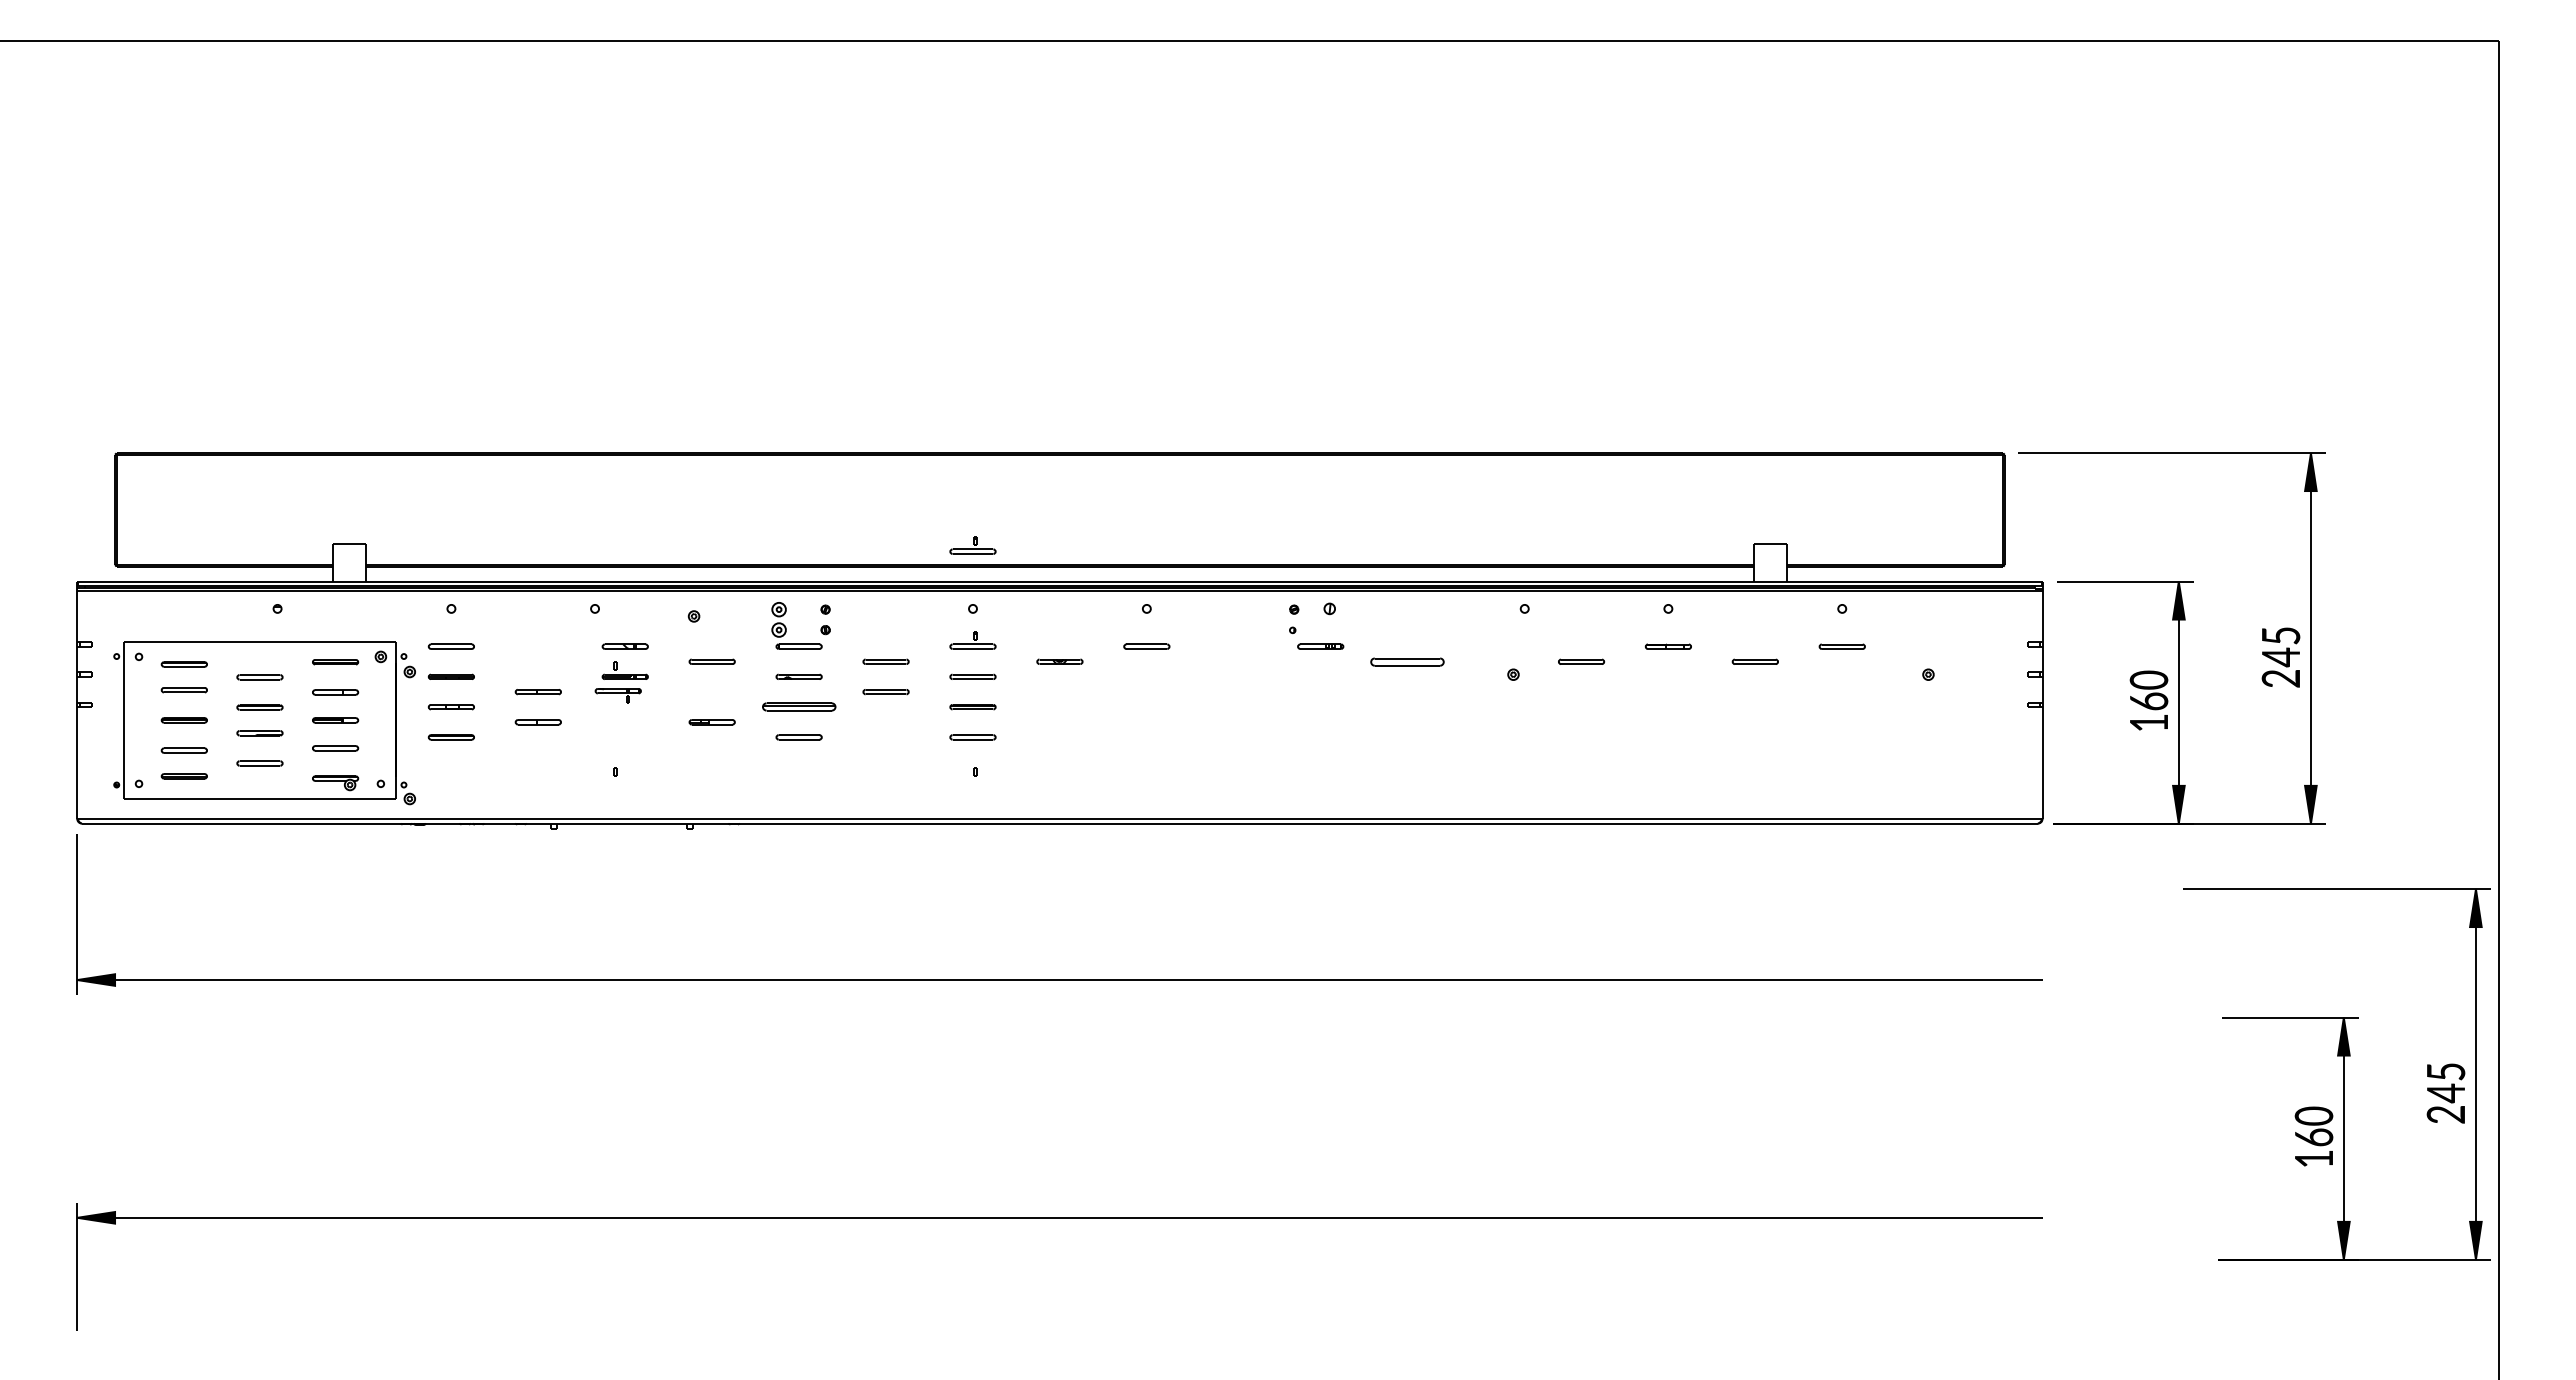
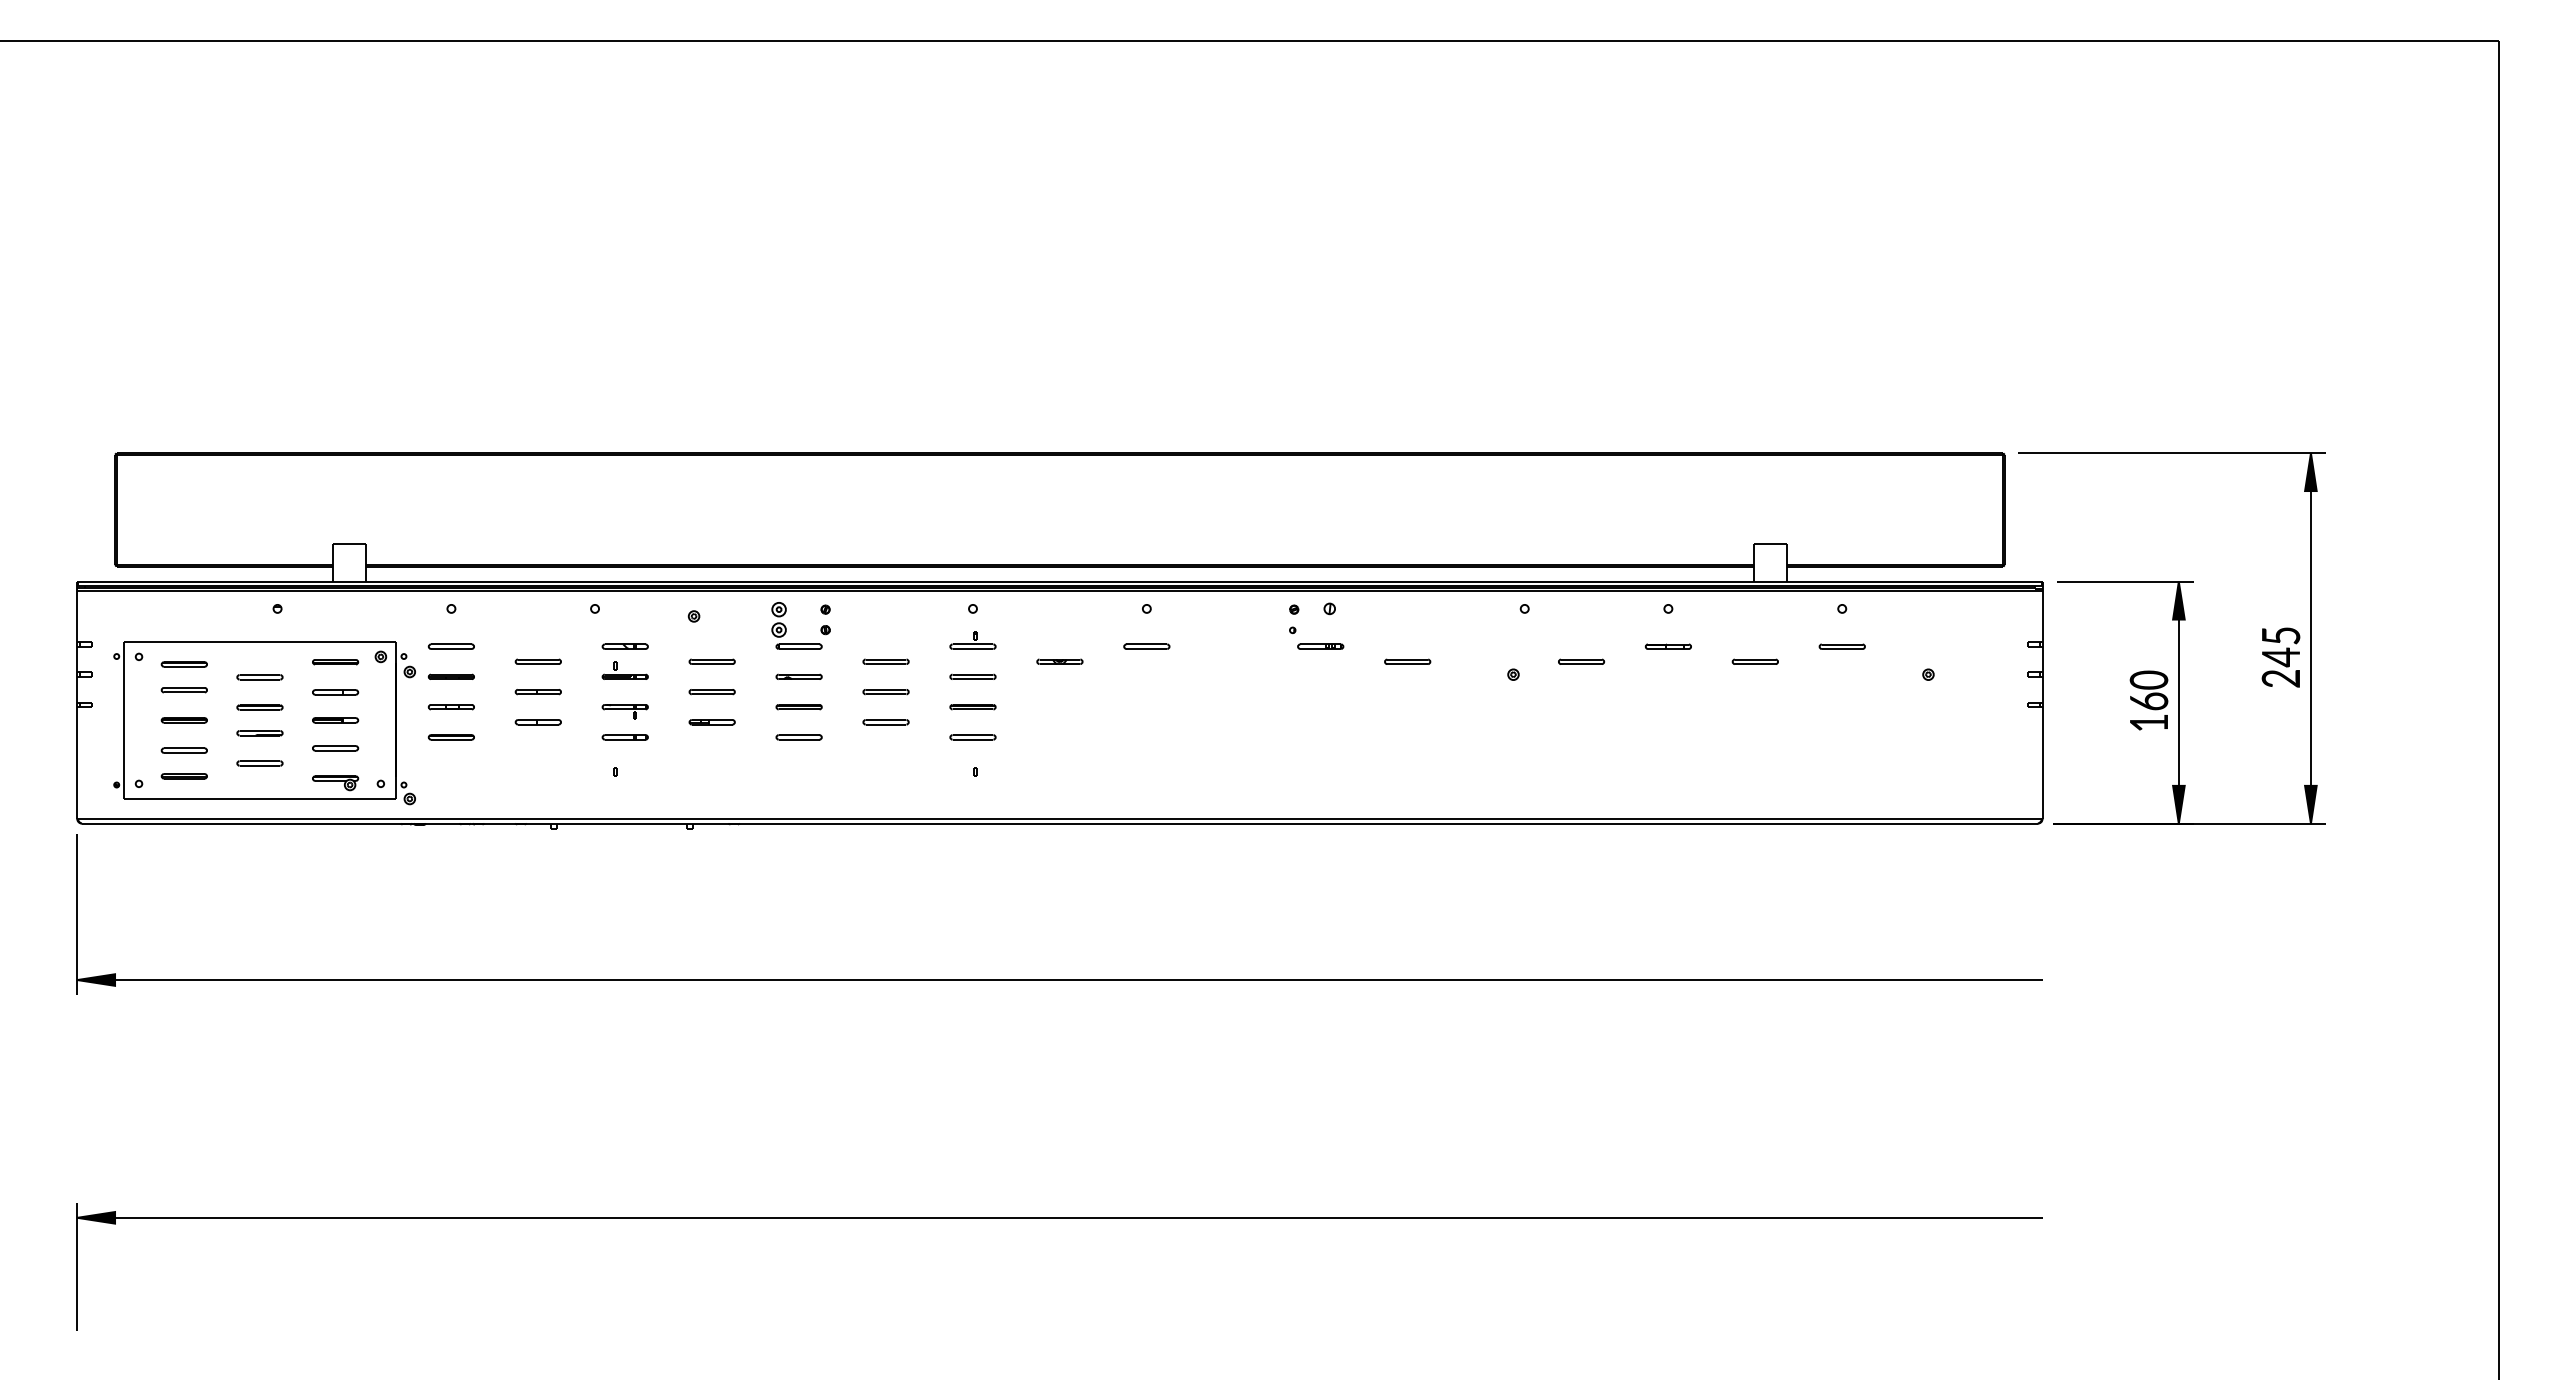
part at (972, 545): present -> none
part at (537, 661): none -> present
part at (1407, 661) size: 75x10 px -> 48x7 px
part at (711, 692): none -> present
part at (617, 695) position: (617, 695) -> (624, 711)
part at (799, 706) size: 75x10 px -> 48x7 px
part at (885, 722): none -> present
part at (624, 737): none -> present
part at (2343, 1074): present -> none
